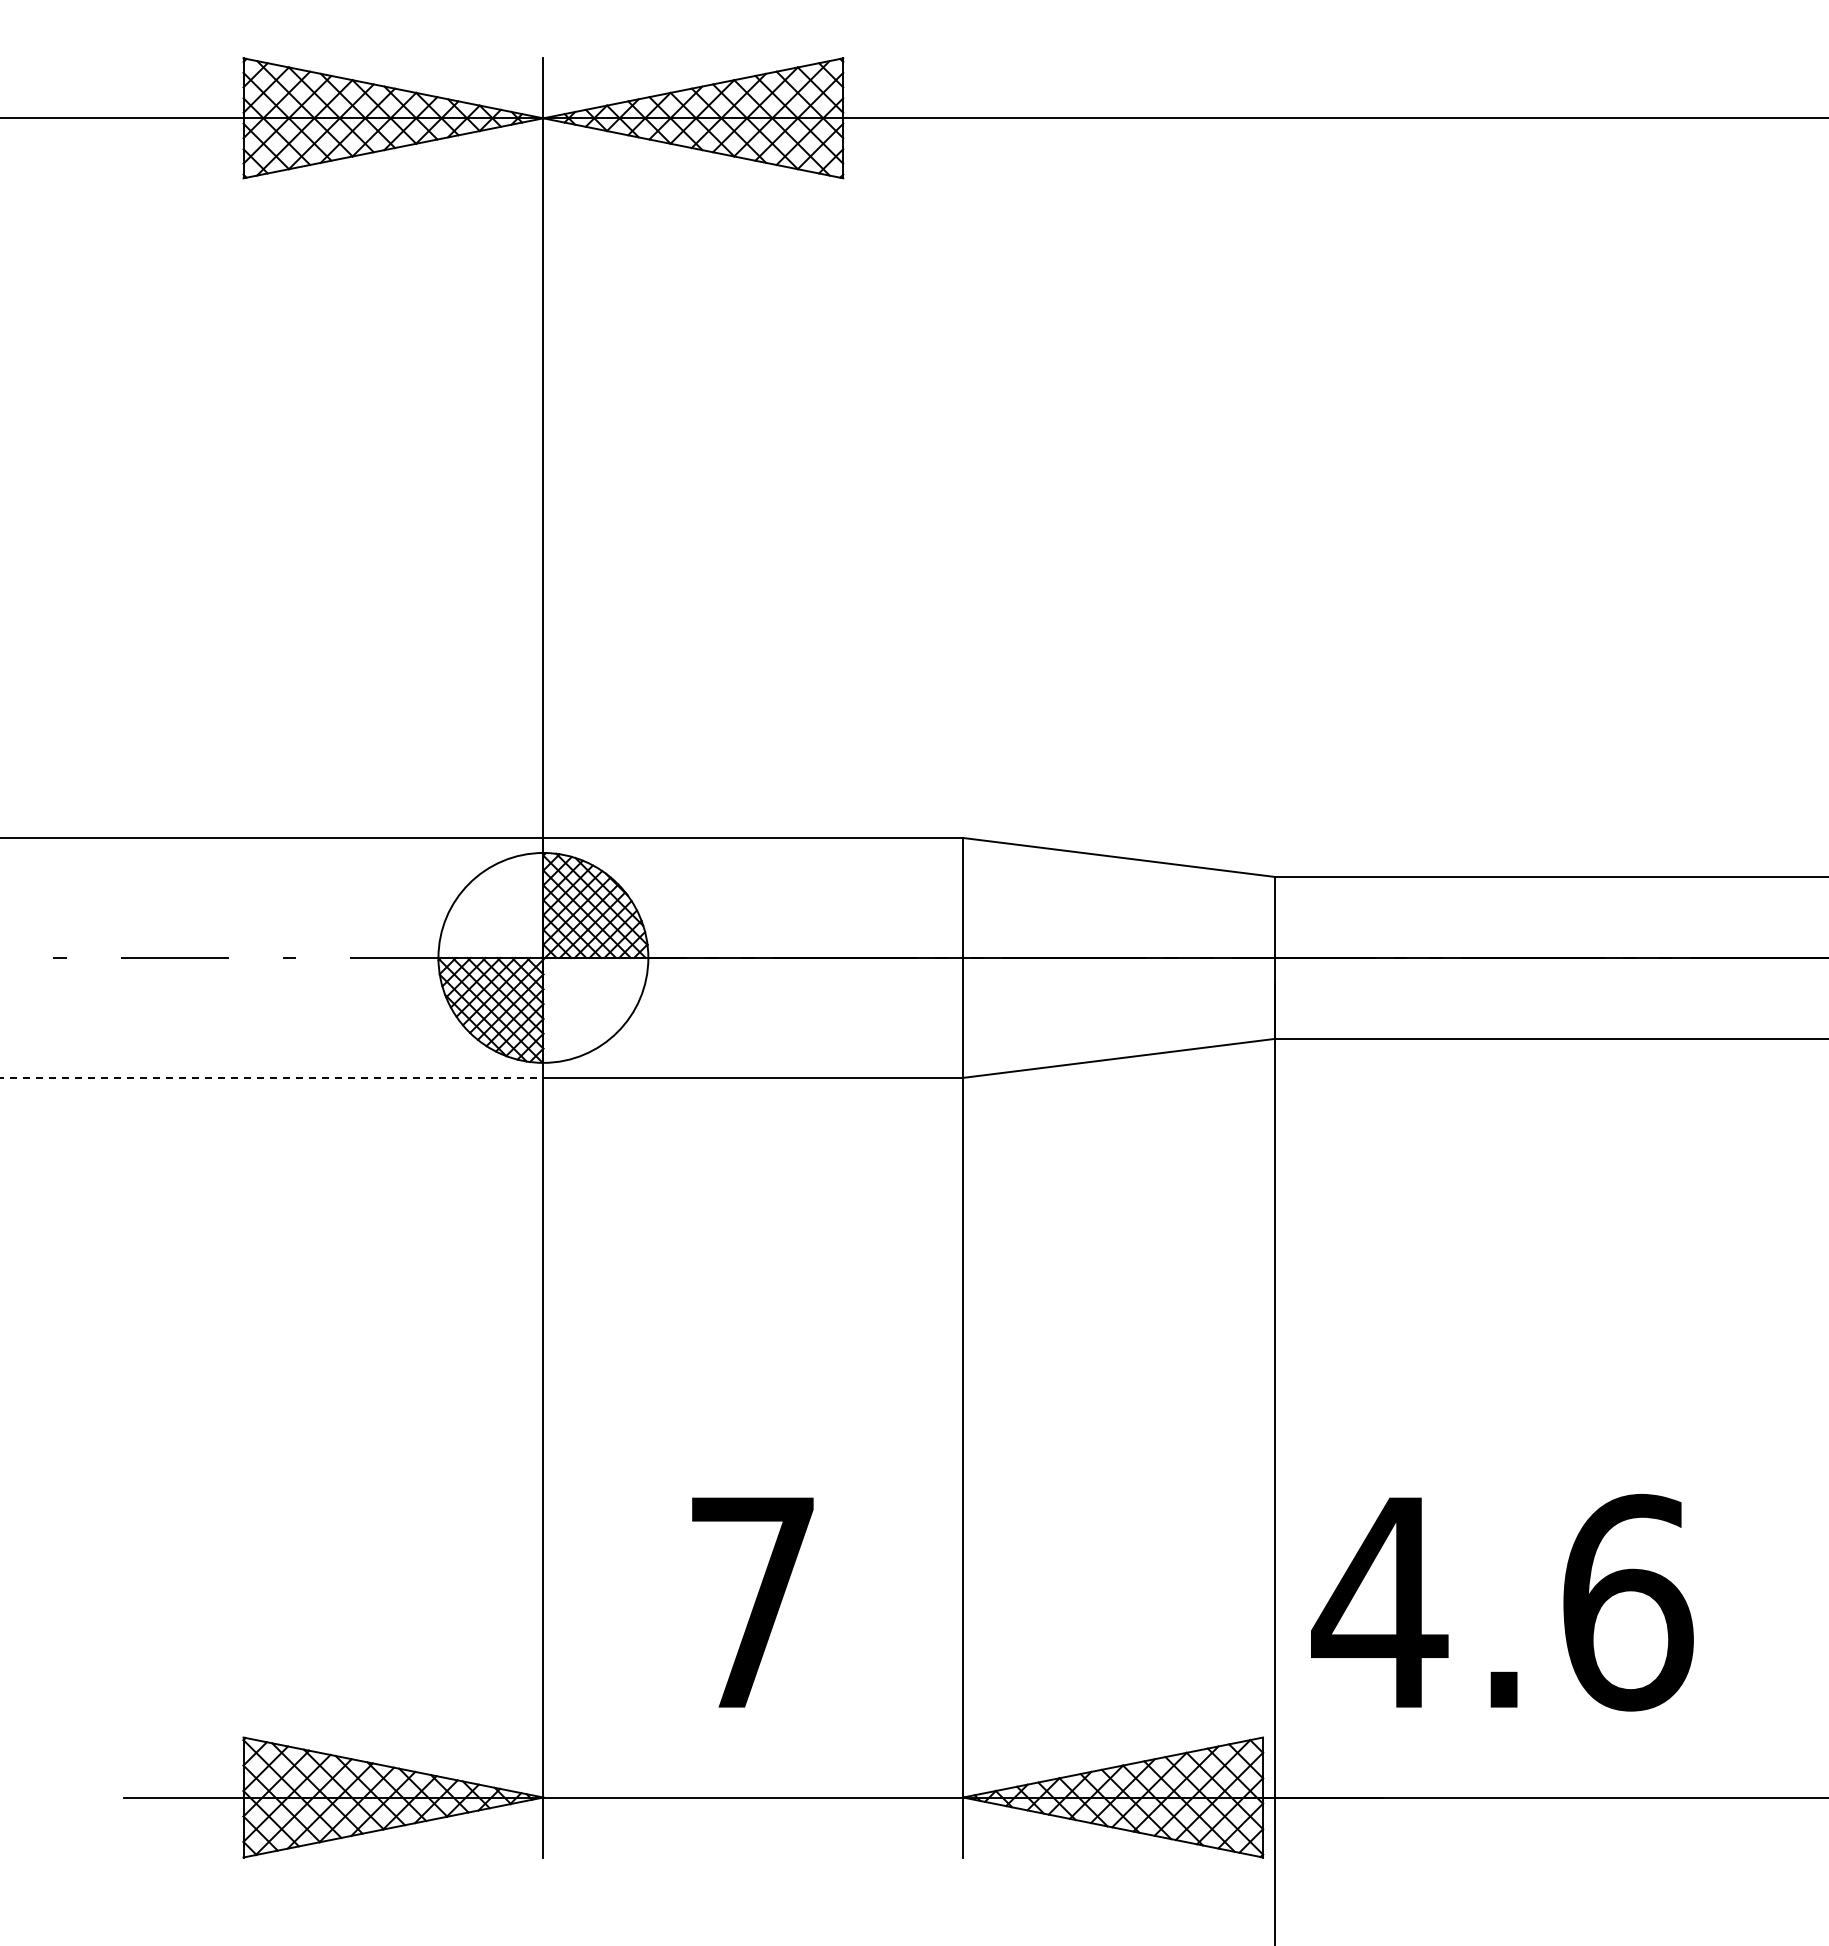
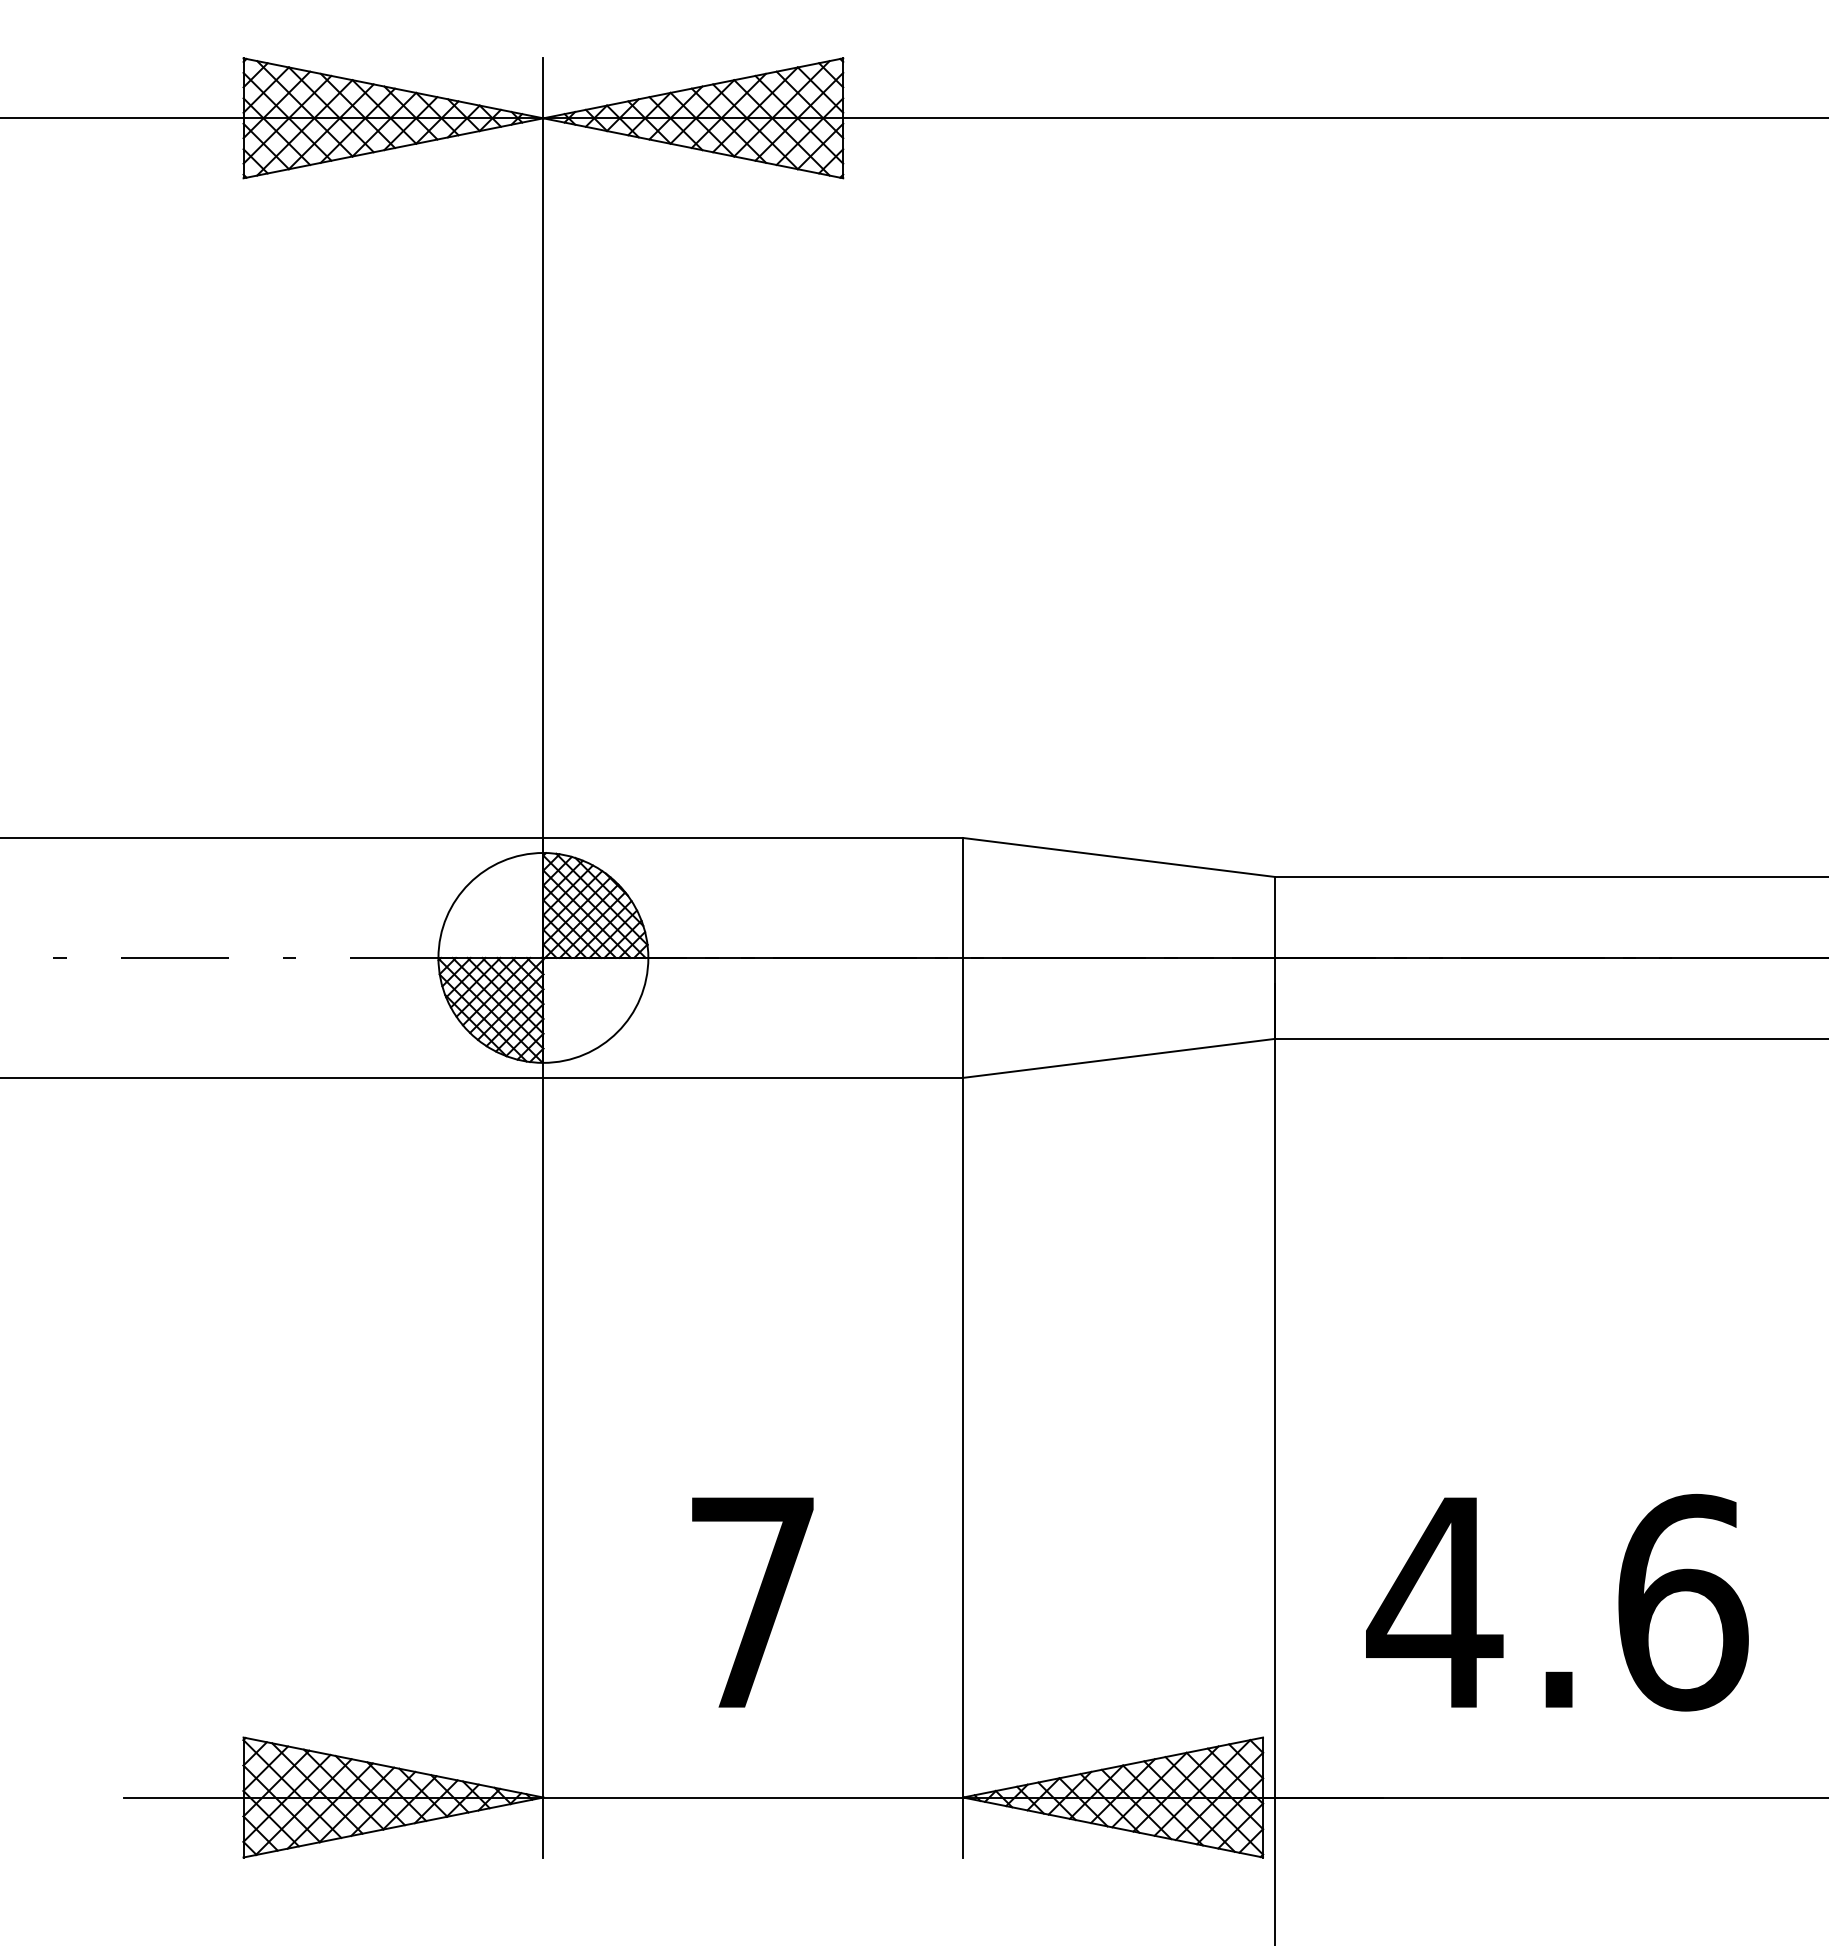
line at (272, 1077): dashed -> solid
text at (1502, 1602) position: (1502, 1602) -> (1557, 1602)
